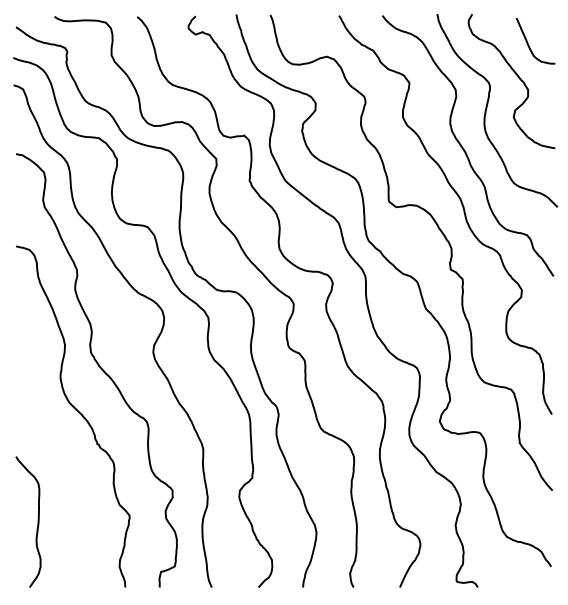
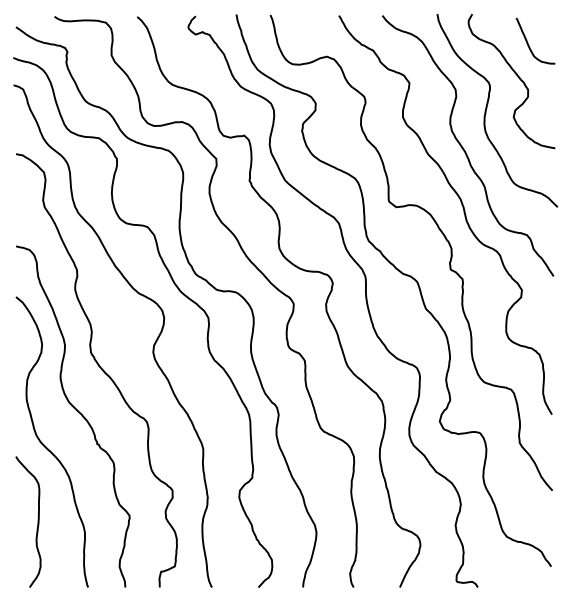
curve at (46, 446): none -> present
